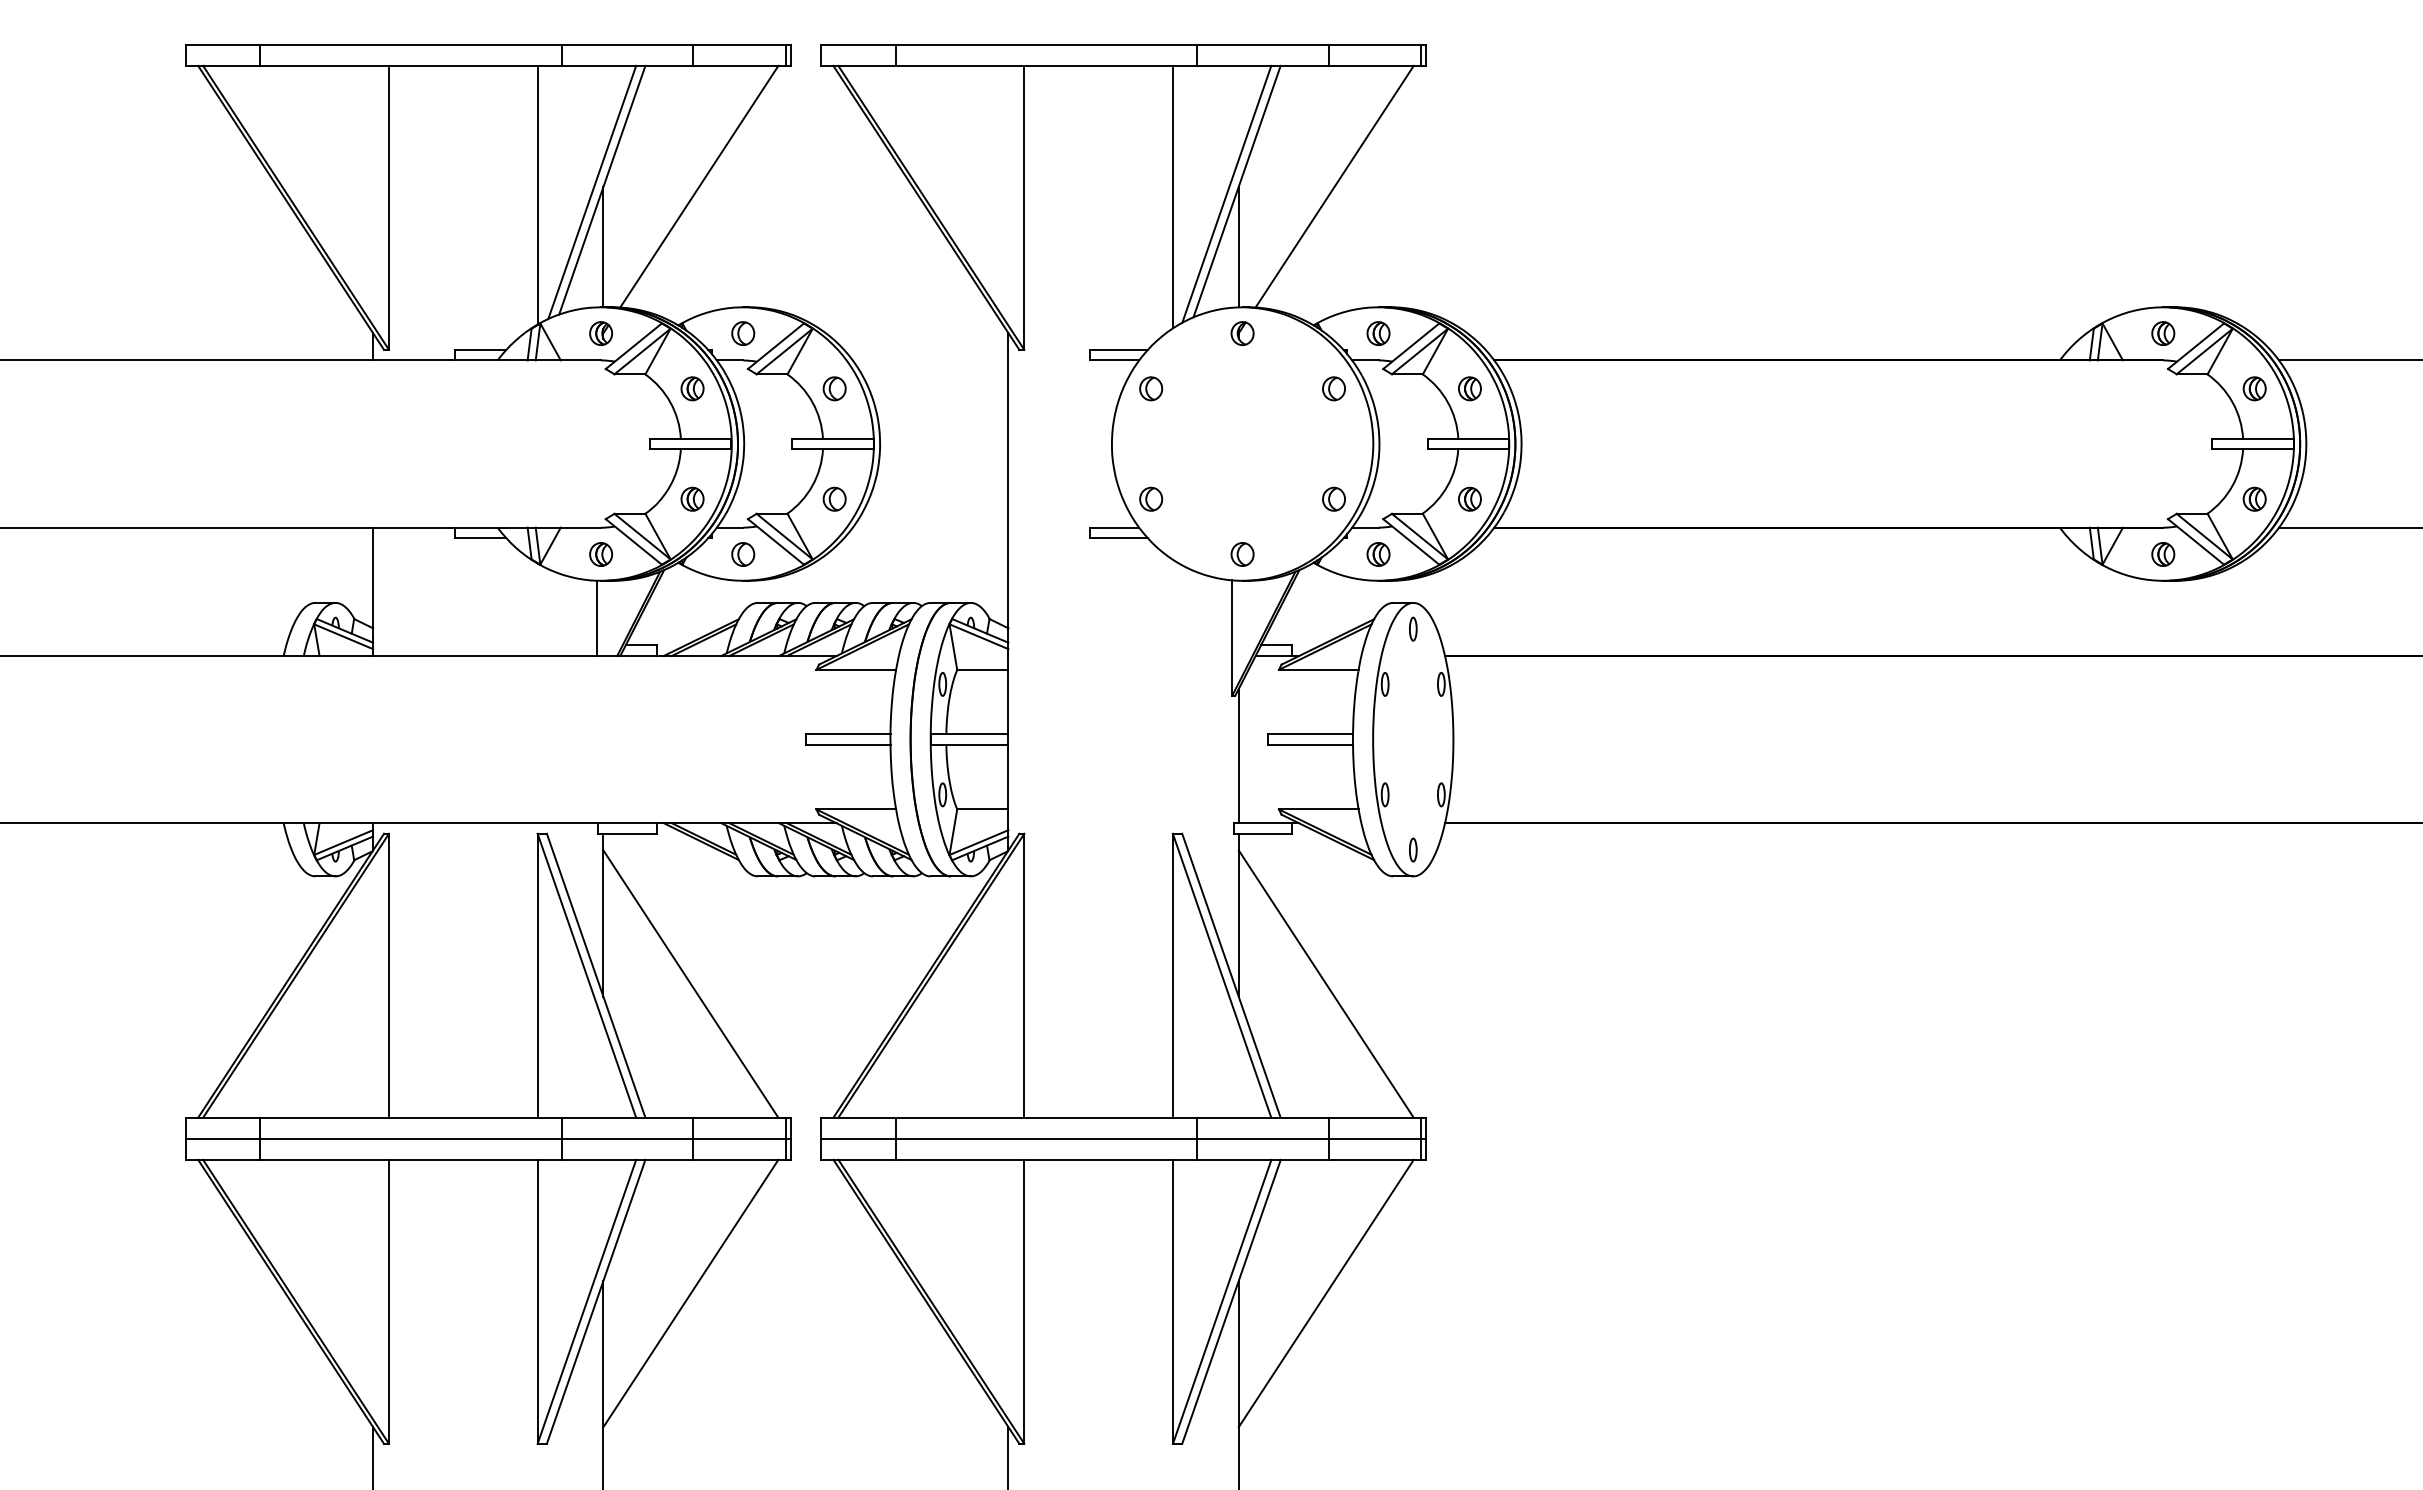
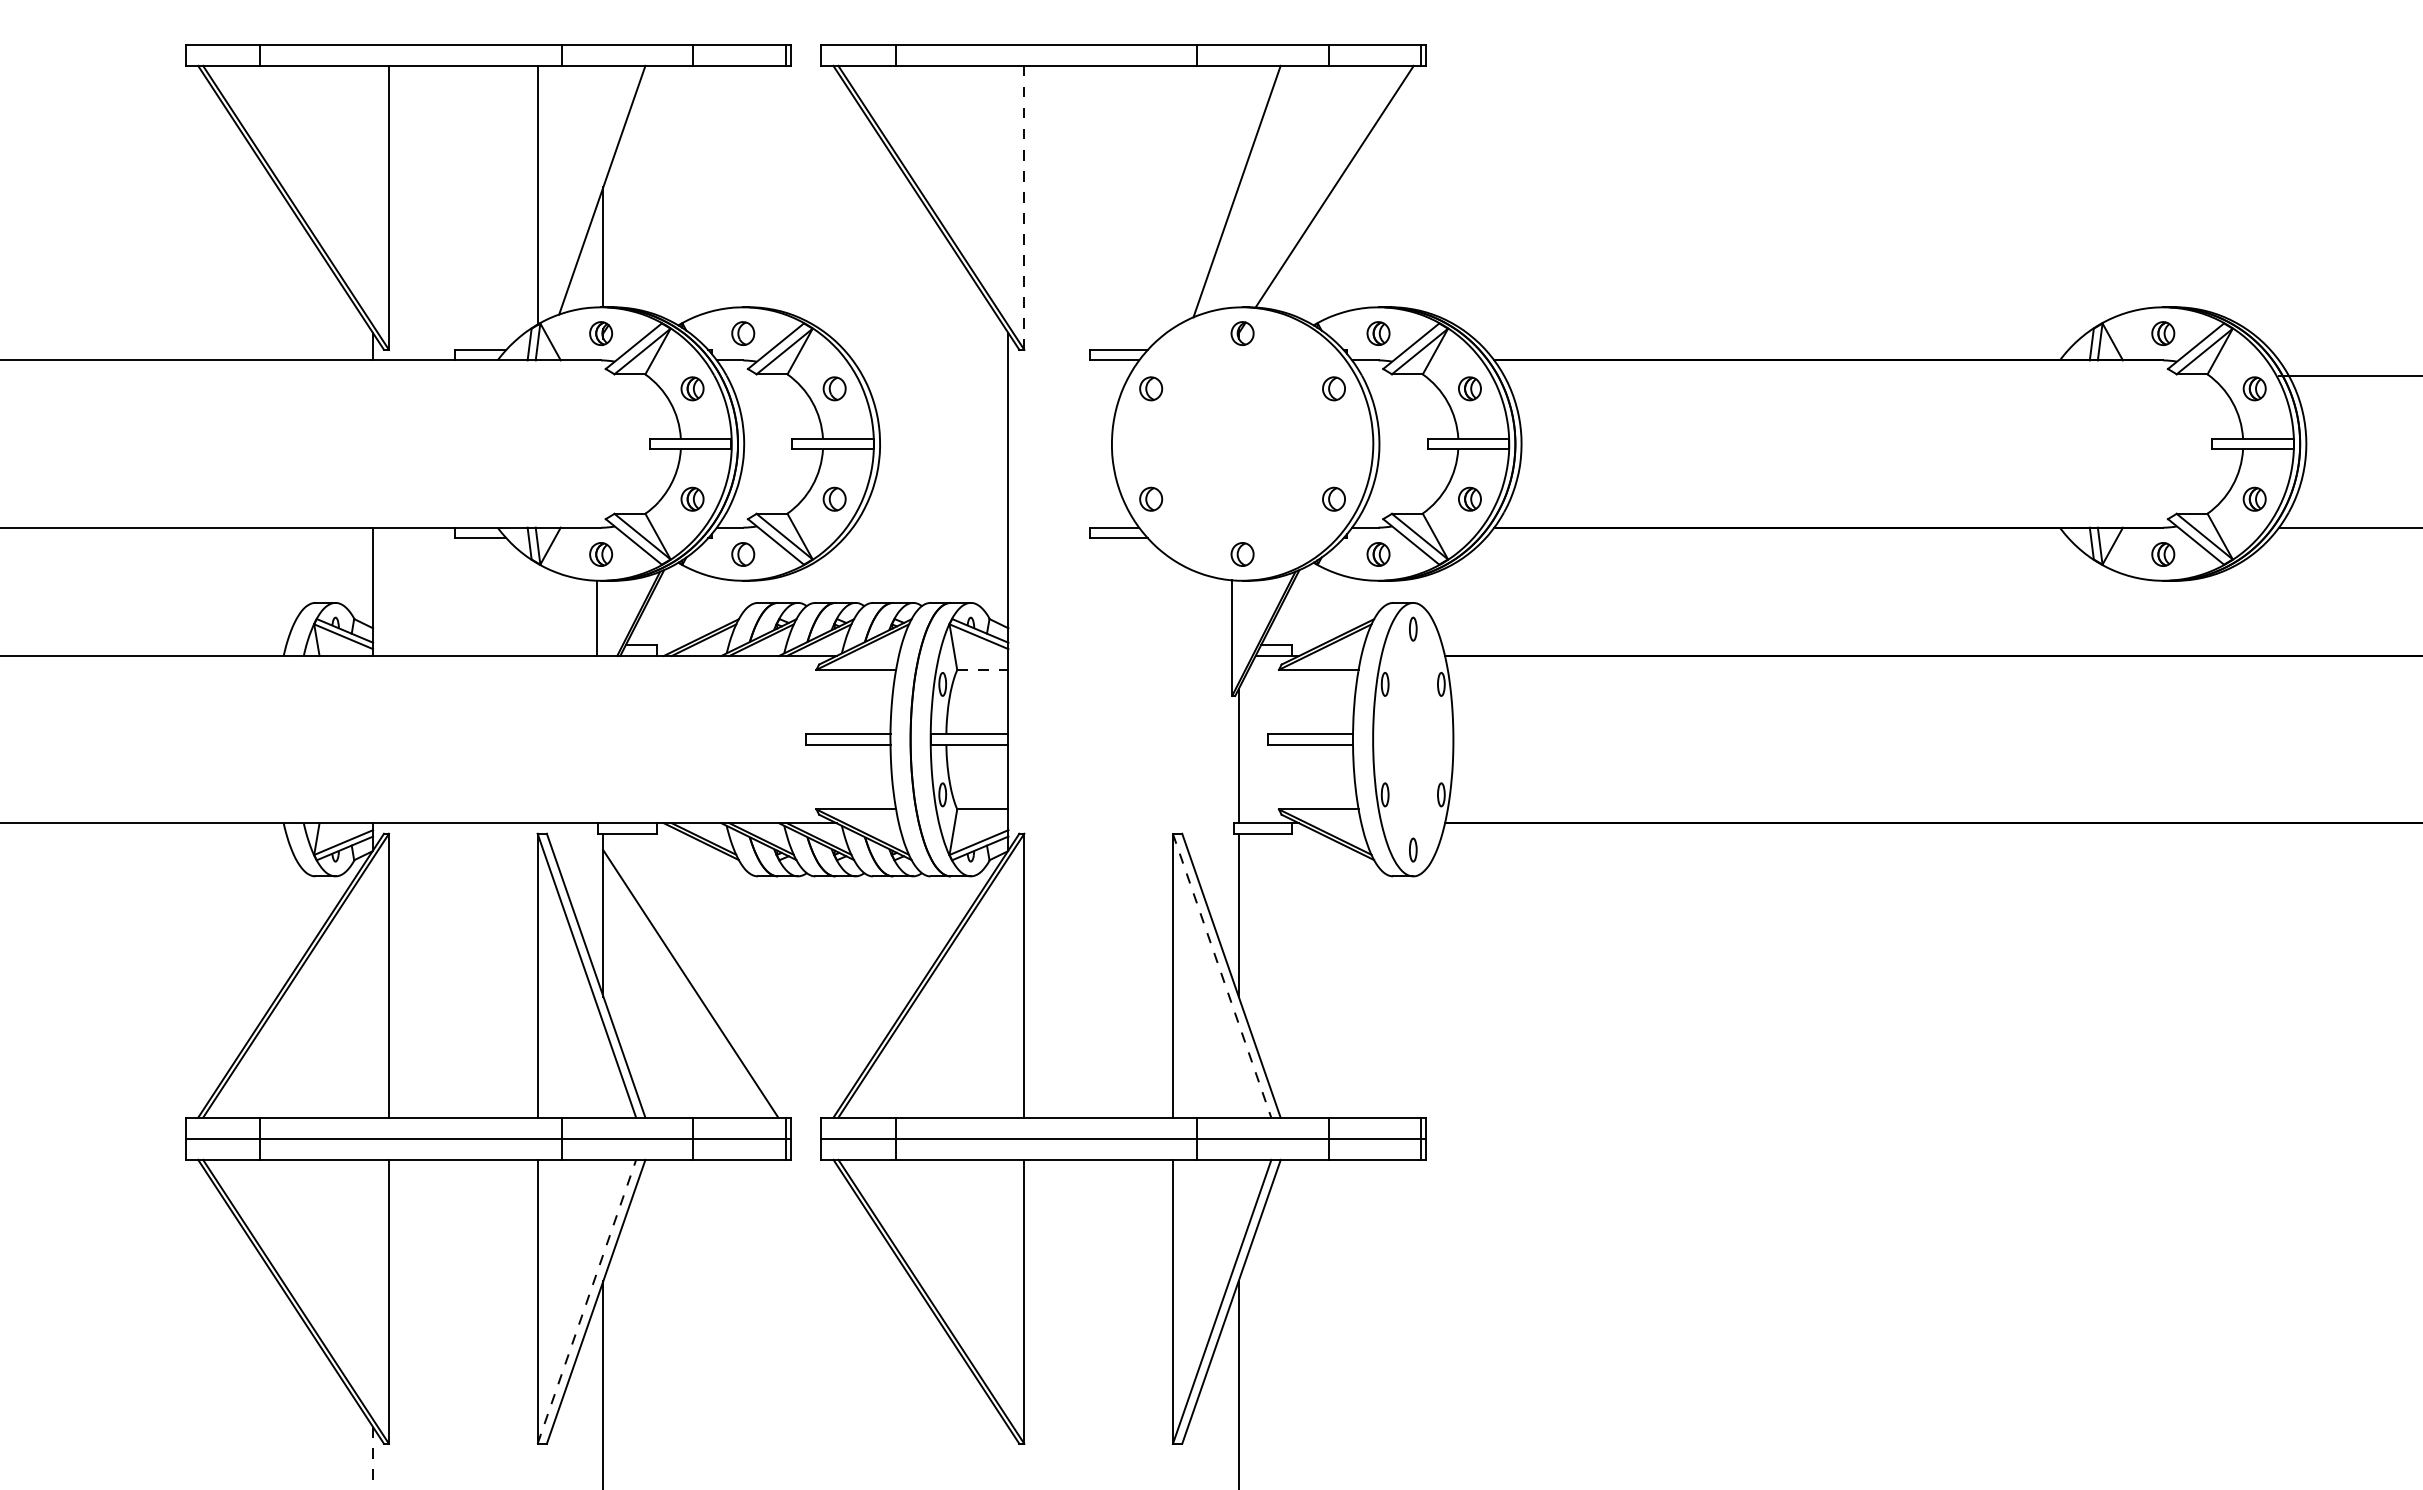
line at (699, 186): present -> none
line at (592, 191): present -> none
line at (1226, 193): present -> none
line at (1172, 196): present -> none
line at (1024, 207): solid -> dashed
line at (1238, 246): present -> none
line at (2349, 360) position: (2349, 360) -> (2349, 376)
line at (982, 669): solid -> dashed
line at (1222, 976): solid -> dashed
line at (1325, 983): present -> none
line at (690, 1293): present -> none
line at (1325, 1293): present -> none
line at (587, 1301): solid -> dashed
line at (1008, 1456): present -> none
line at (373, 1458): solid -> dashed
